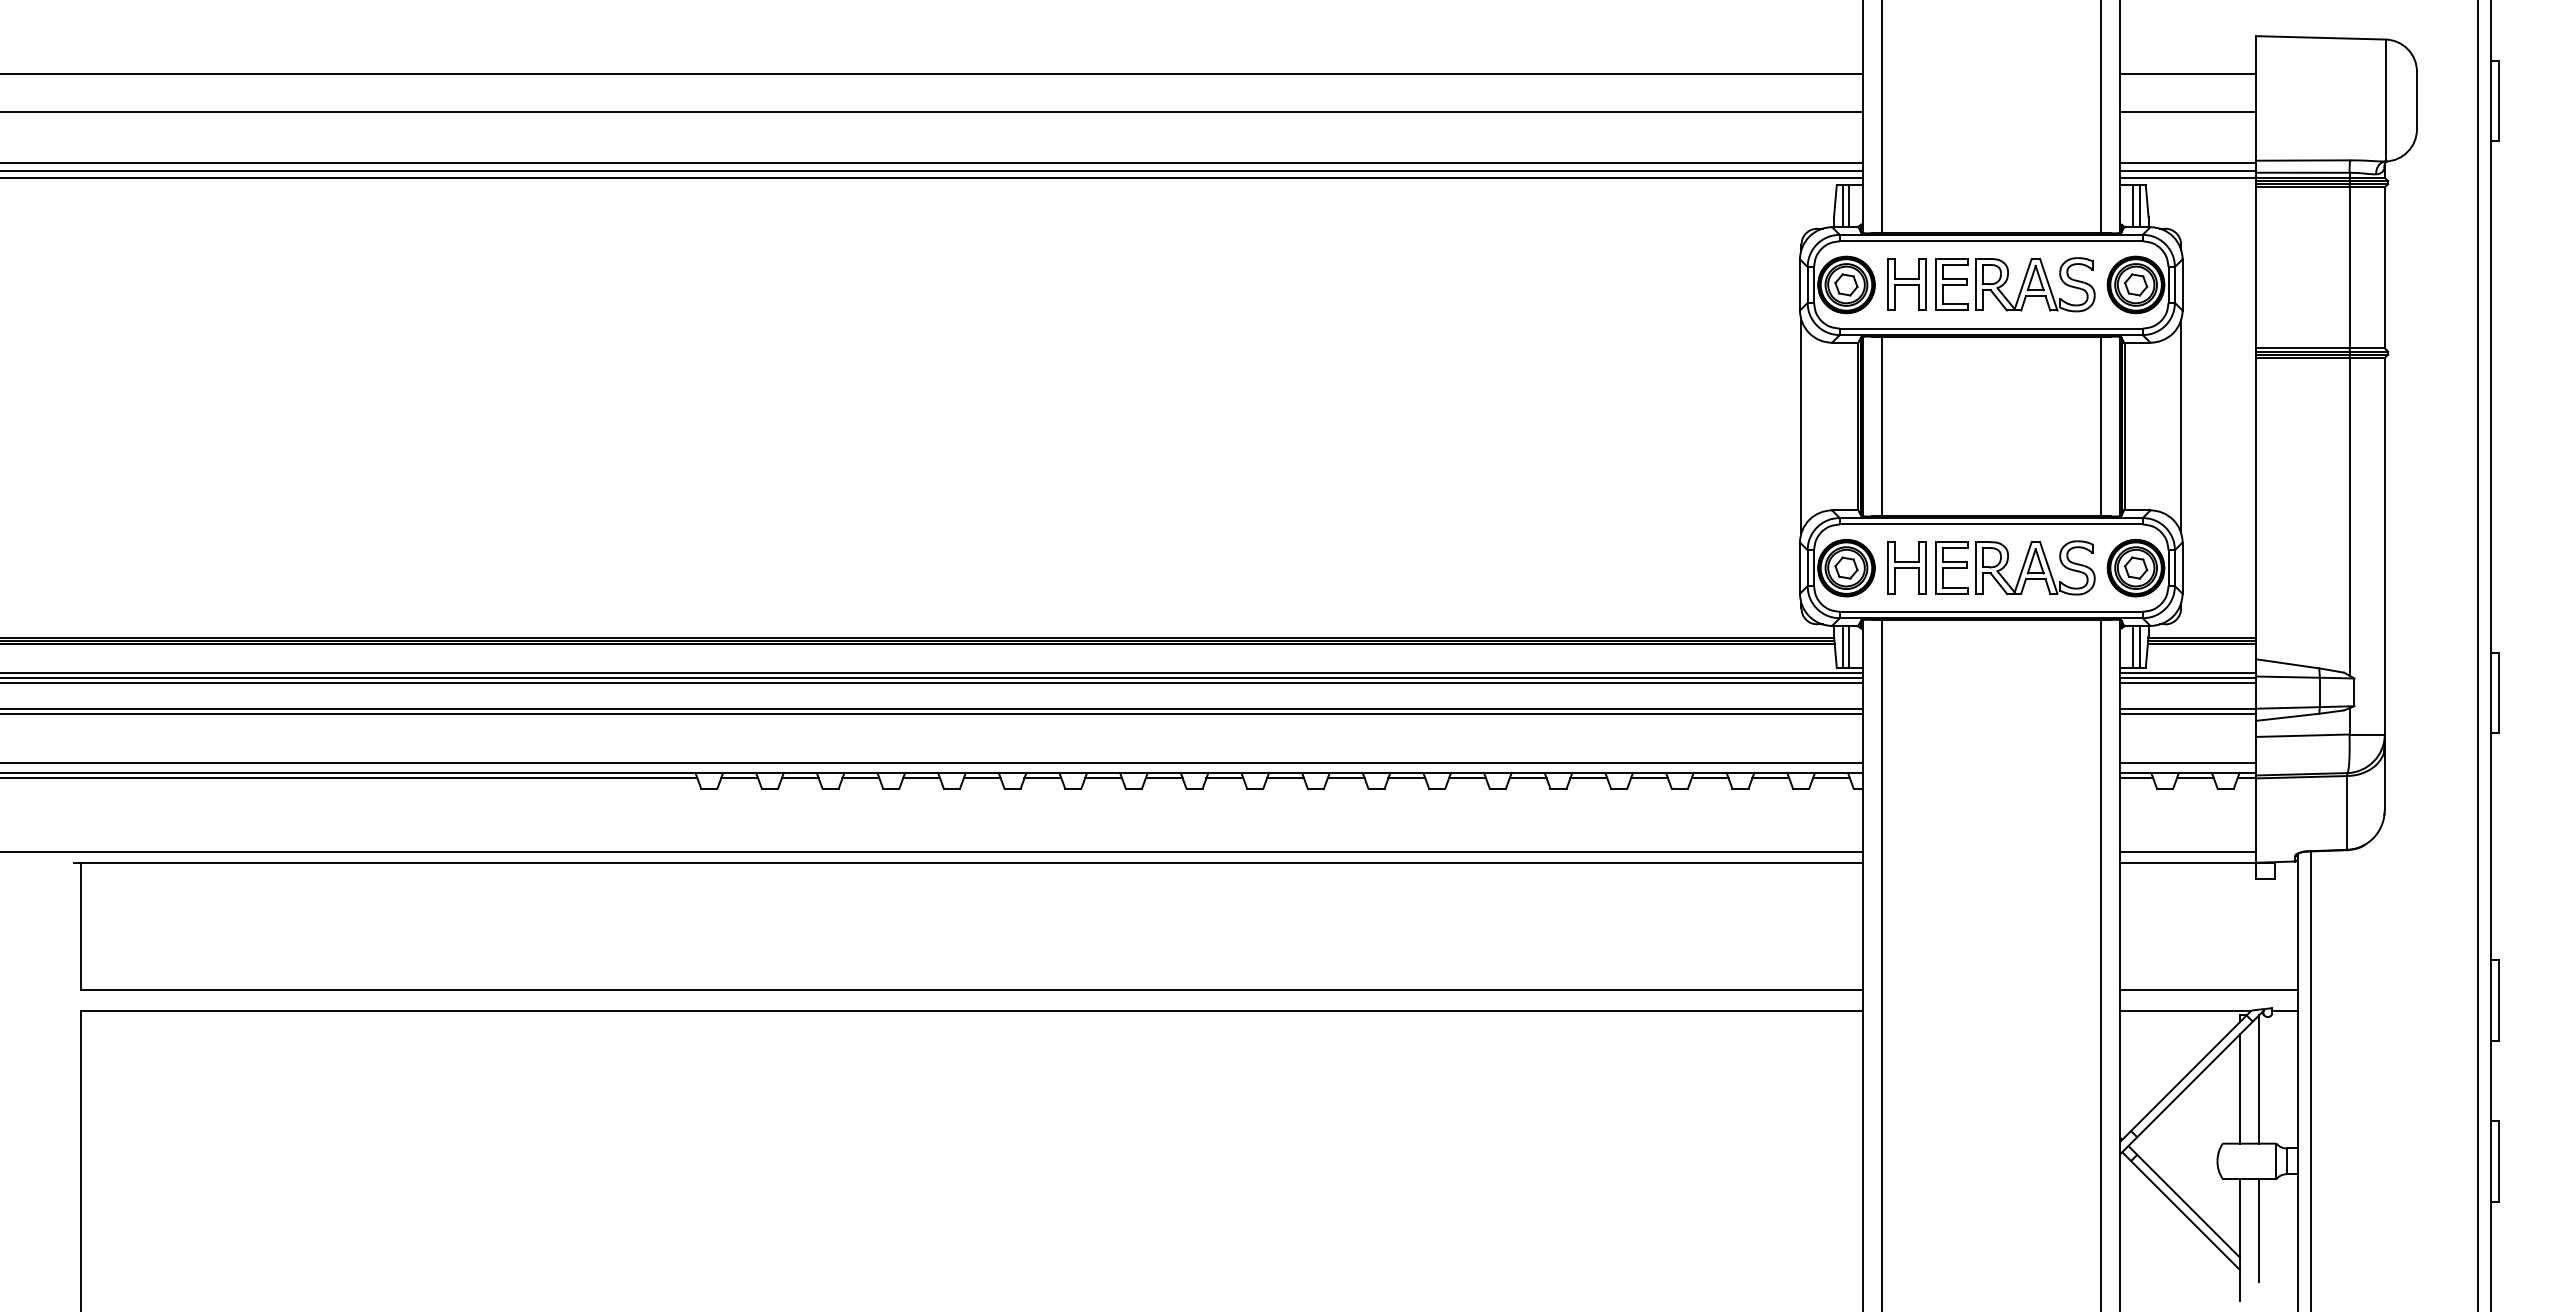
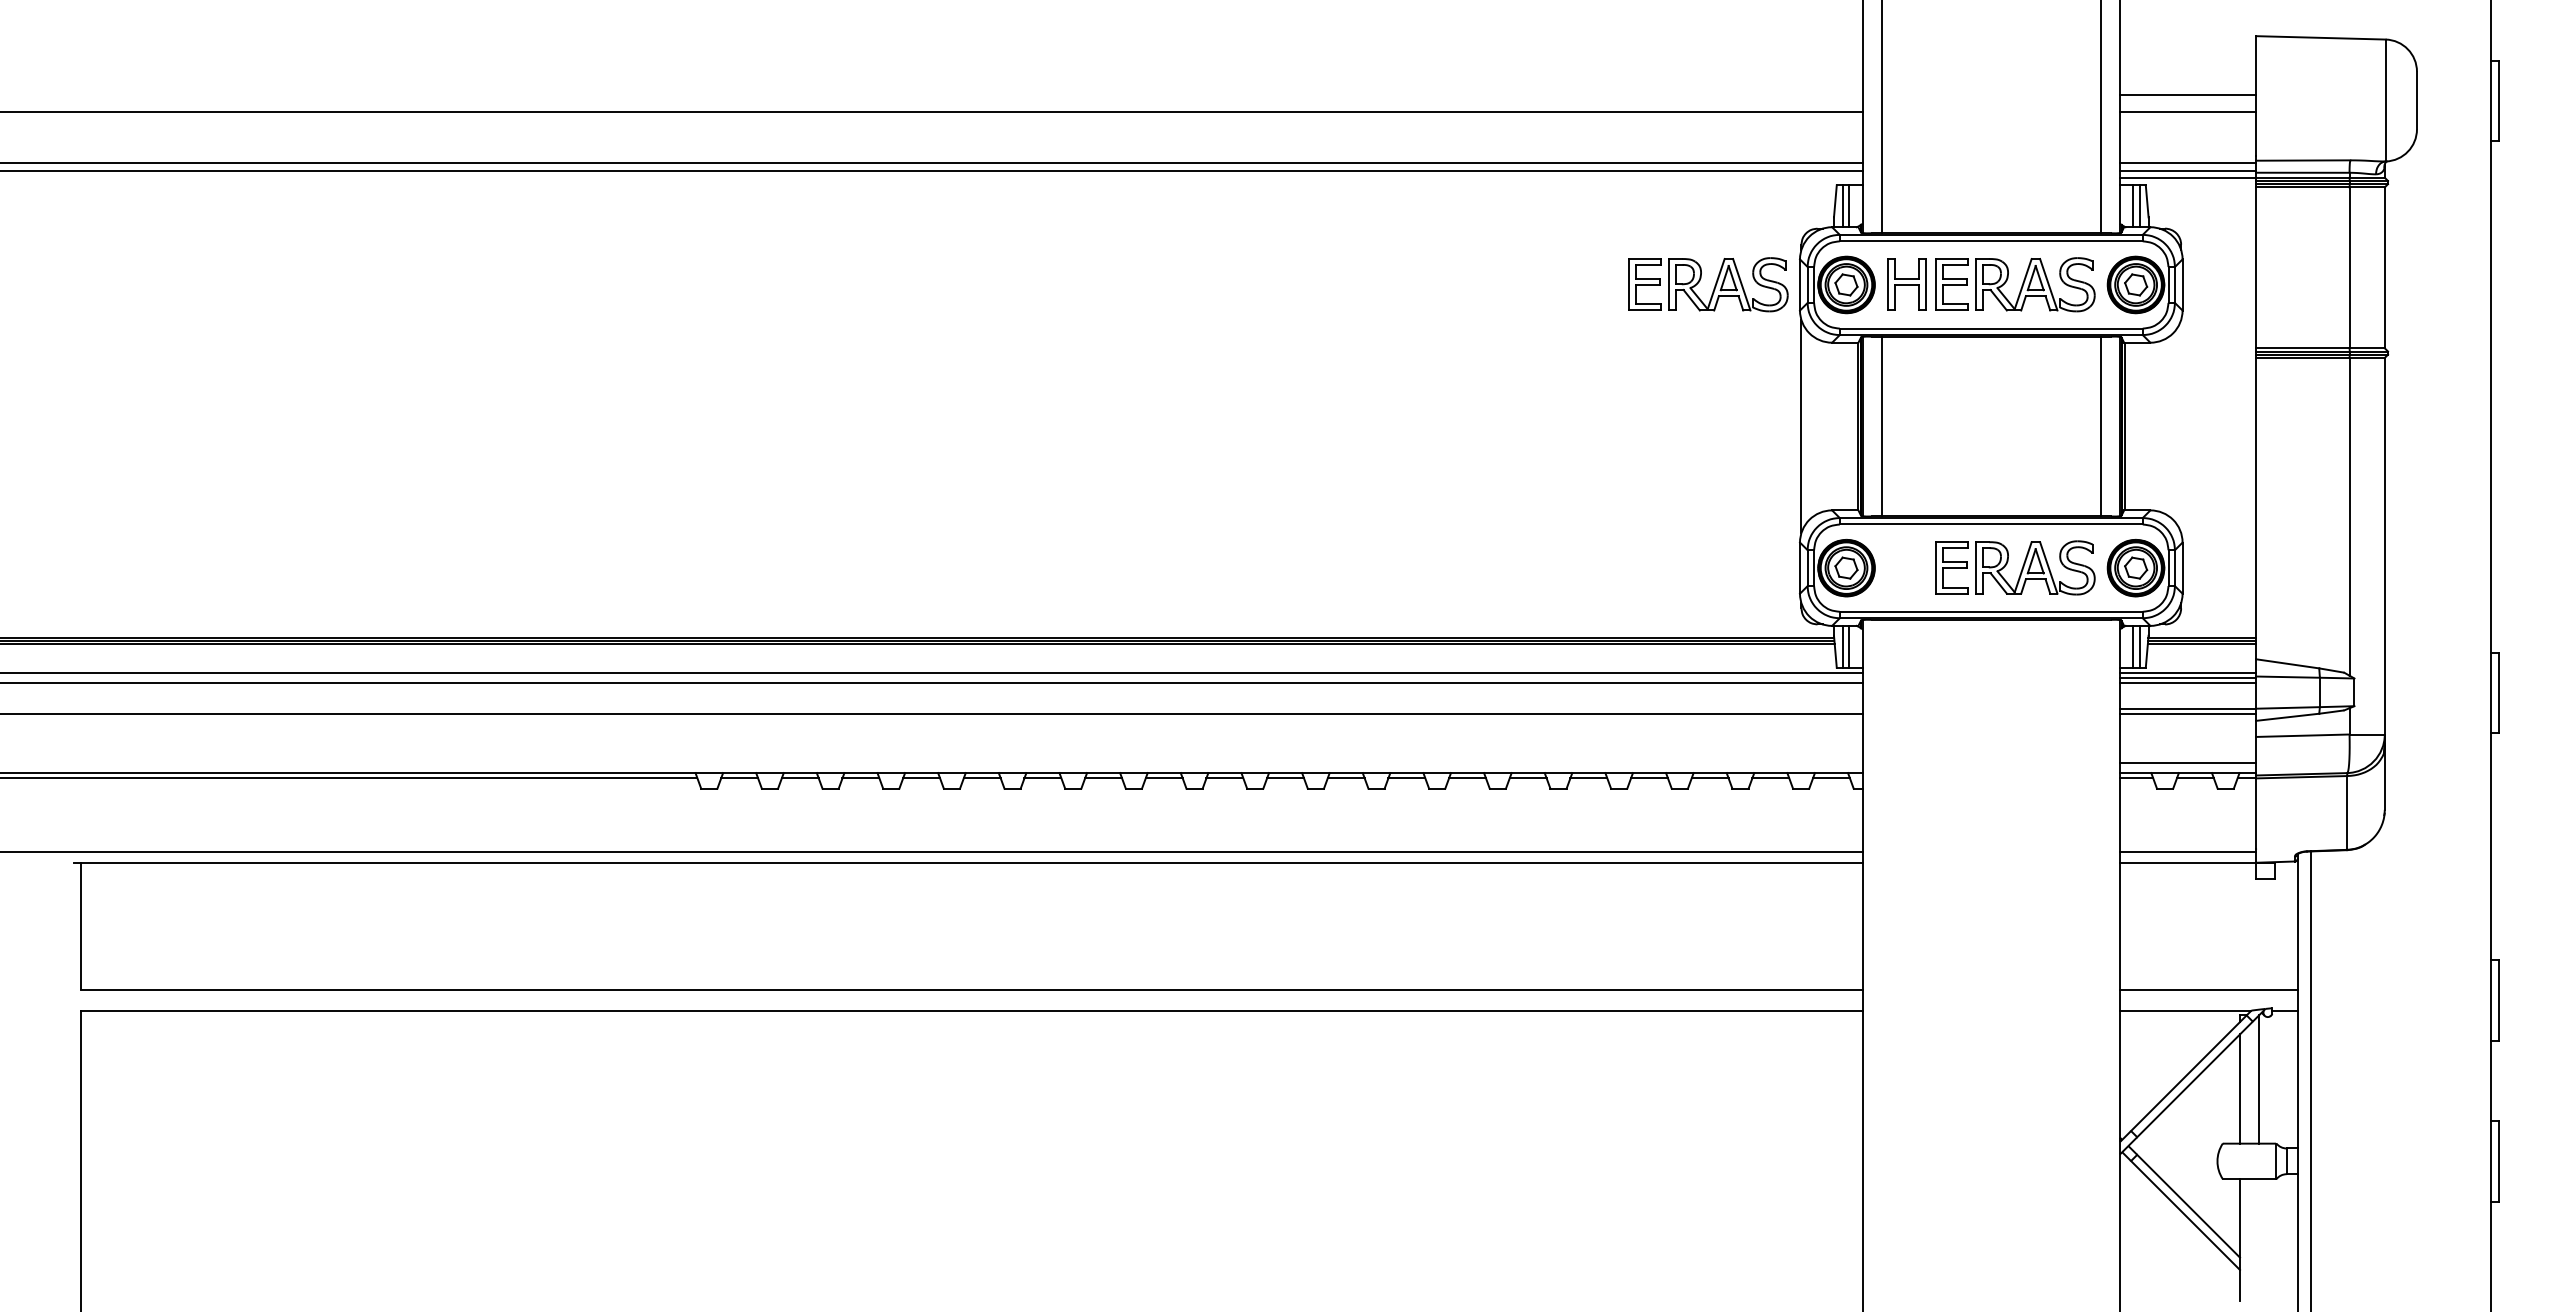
line at (932, 73): present -> none
line at (2188, 73) position: (2188, 73) -> (2188, 94)
line at (932, 177): present -> none
part at (1714, 285): none -> present
line at (2181, 426): present -> none
part at (1906, 567): present -> none
line at (2478, 655): present -> none
line at (932, 678): present -> none
line at (932, 708): present -> none
line at (932, 763): present -> none
line at (1881, 963): present -> none
line at (2100, 963): present -> none
line at (2259, 1230): present -> none
